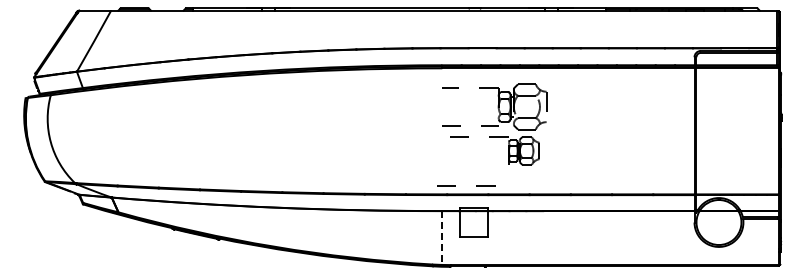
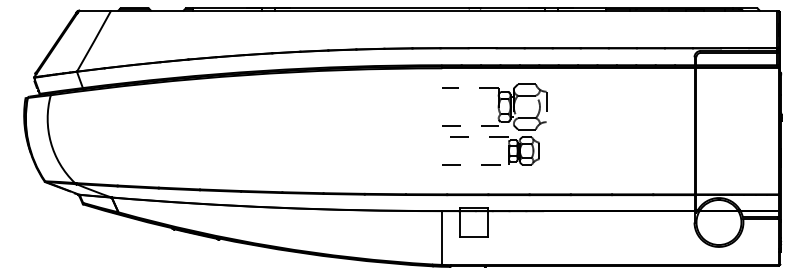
line at (476, 185) position: (476, 185) -> (481, 164)
line at (442, 238): dashed -> solid
